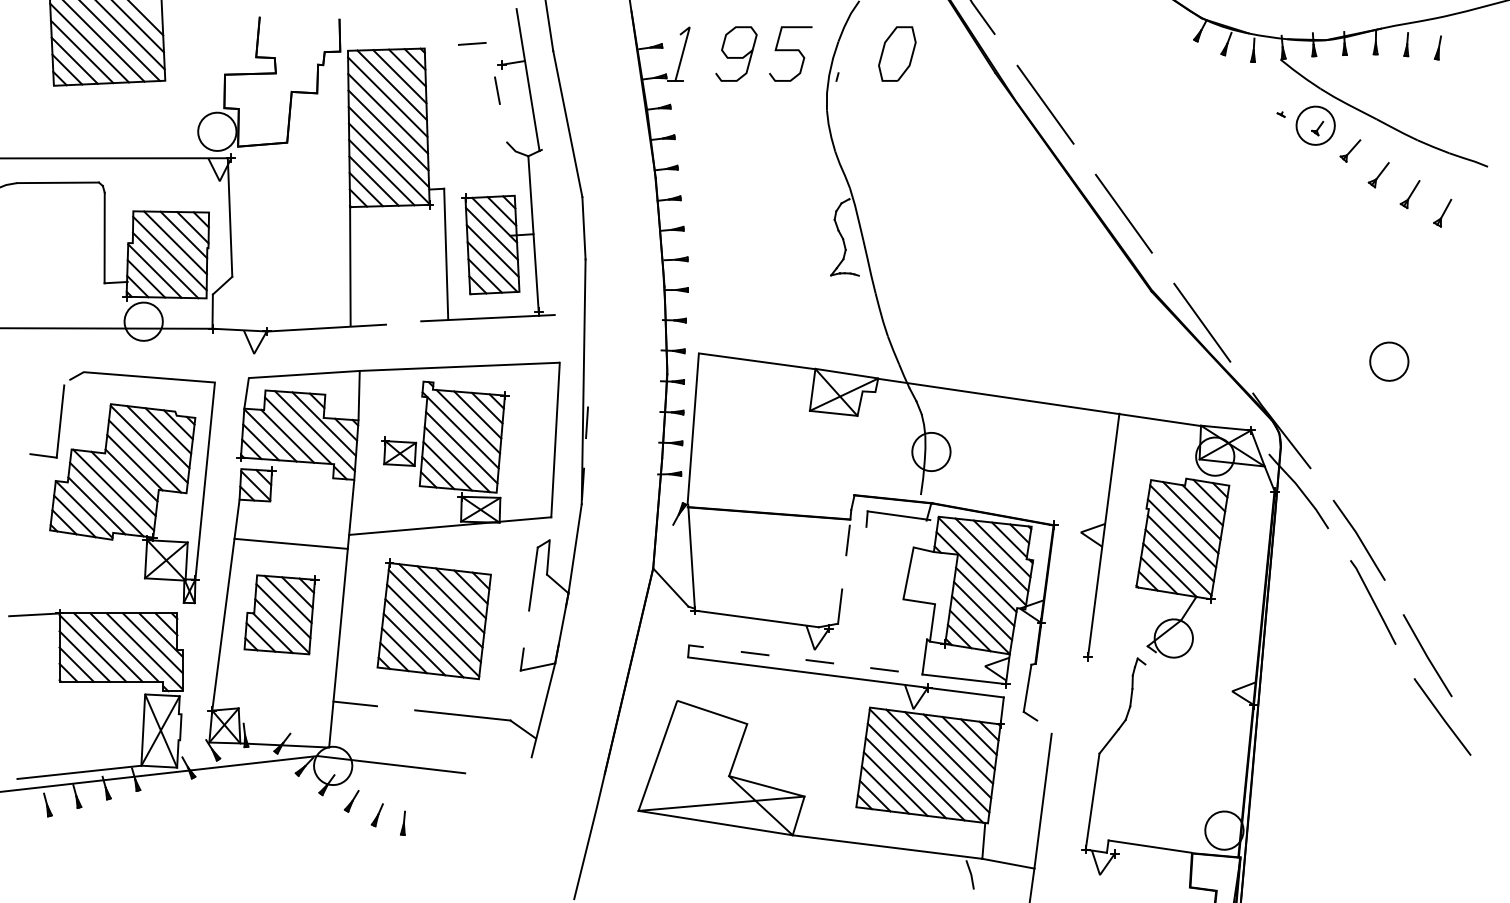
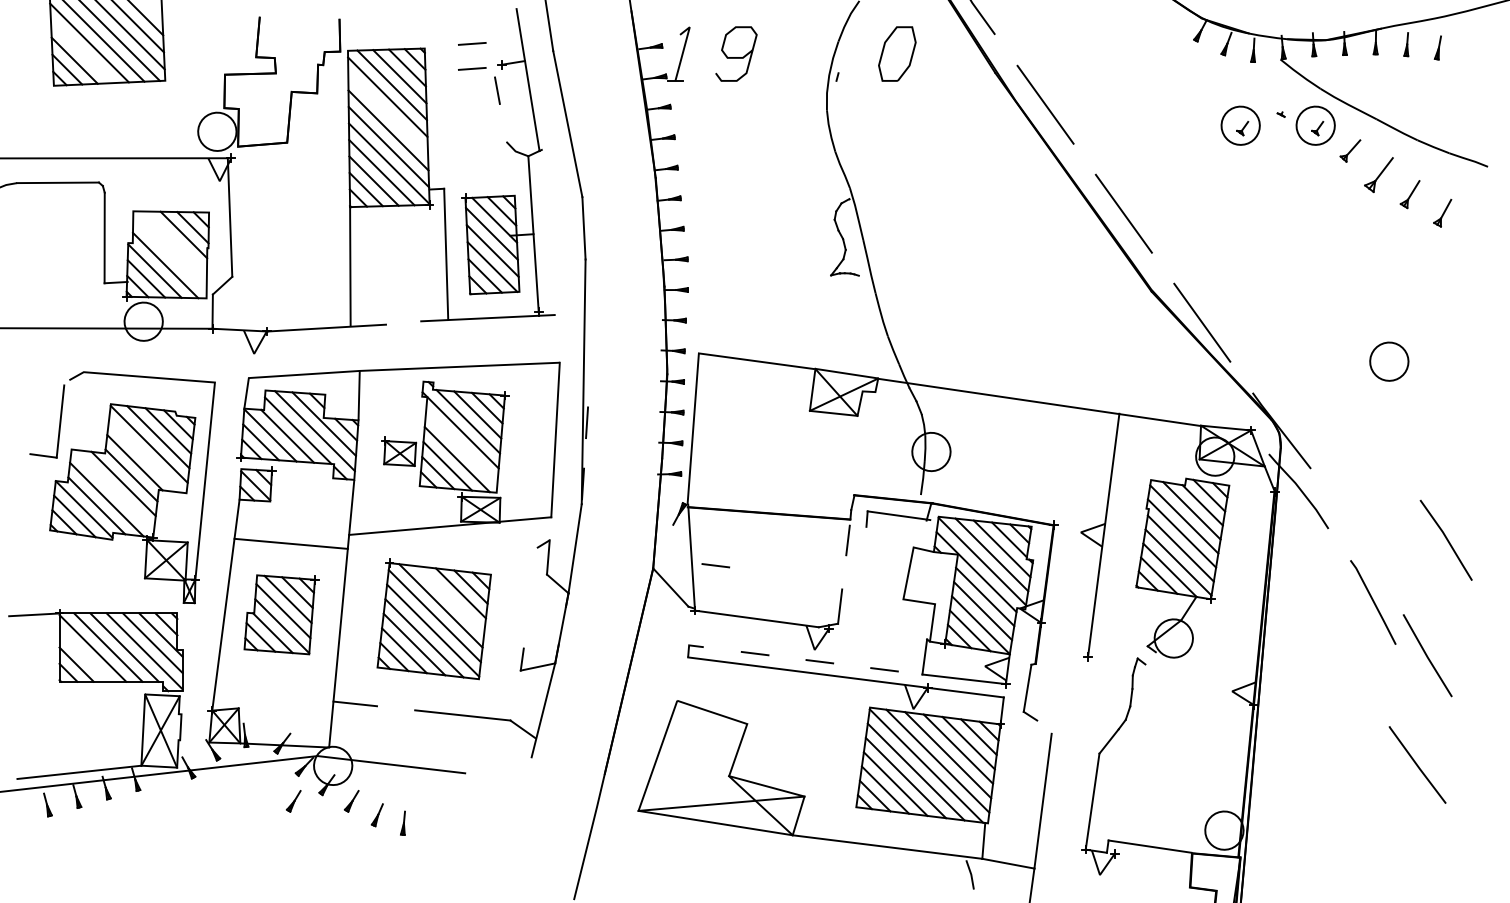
line at (81, 51): present -> none
curve at (790, 51): present -> none
line at (472, 68): none -> present
line at (388, 113): present -> none
part at (1240, 125): none -> present
part at (1378, 175) size: 23x27 px -> 30x36 px
line at (175, 242): present -> none
line at (169, 253): present -> none
line at (461, 447): present -> none
line at (145, 456): present -> none
line at (113, 489): present -> none
line at (1359, 540) position: (1359, 540) -> (1446, 540)
line at (715, 565): none -> present
line at (533, 578): present -> none
line at (450, 599): present -> none
line at (84, 656): present -> none
line at (1442, 716) position: (1442, 716) -> (1417, 764)
part at (293, 801): none -> present
